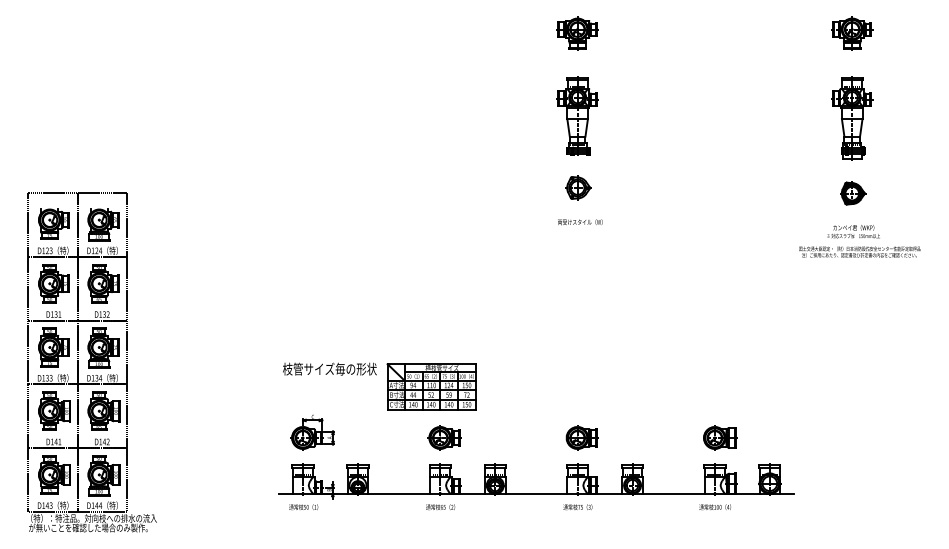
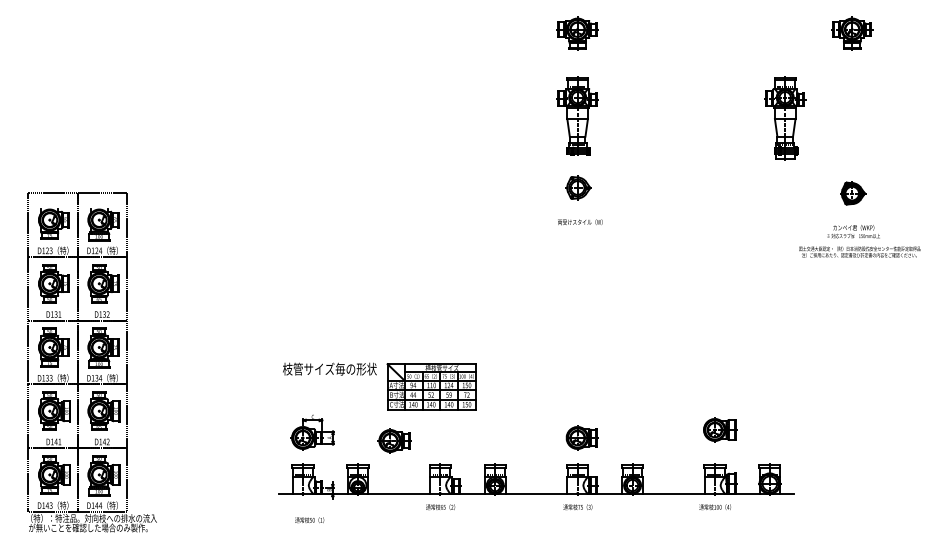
part at (852, 118) position: (852, 118) -> (785, 118)
part at (444, 437) position: (444, 437) -> (394, 440)
part at (720, 437) position: (720, 437) -> (720, 429)
text at (303, 507) position: (303, 507) -> (309, 520)
